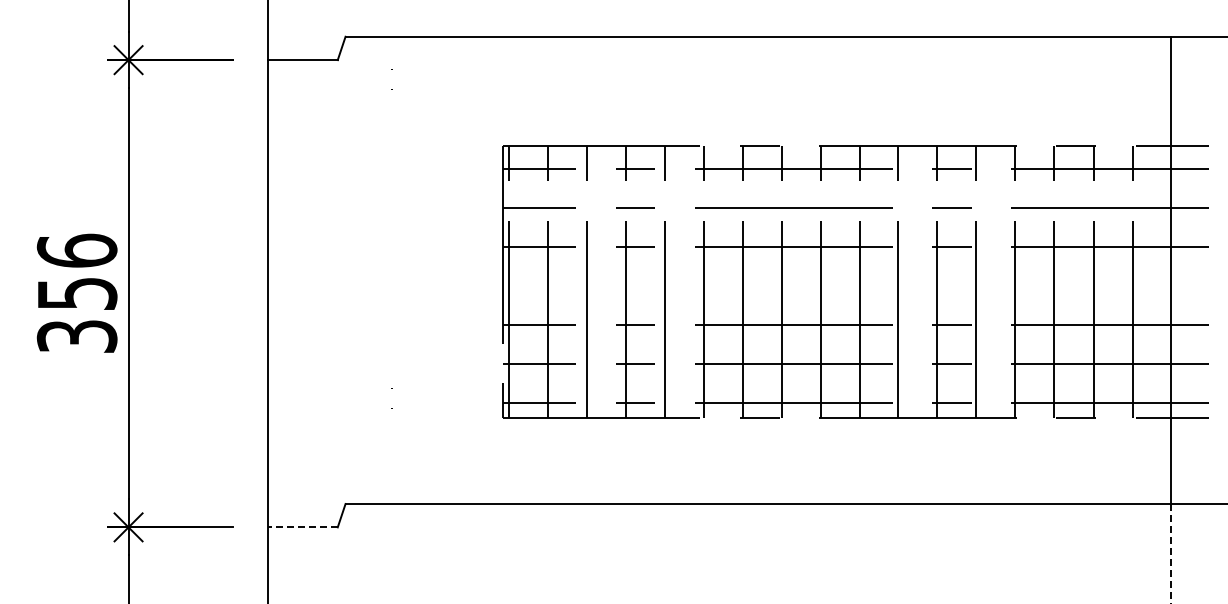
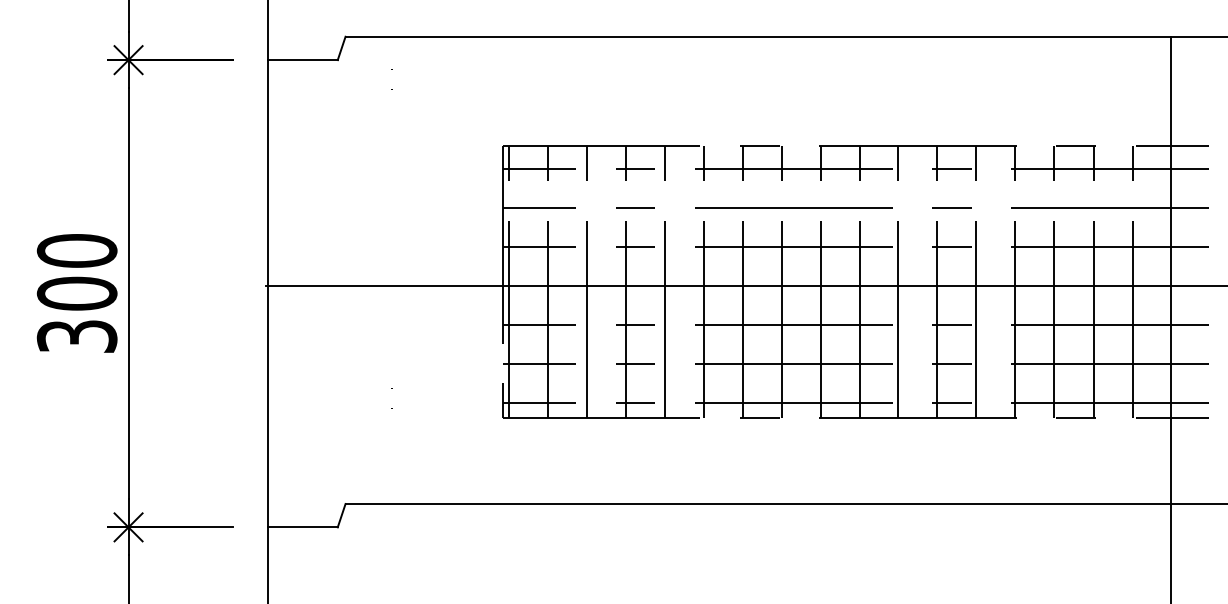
text at (76, 271): 356 -> 300
line at (745, 285): none -> present
line at (302, 527): dashed -> solid
line at (1171, 553): dashed -> solid
